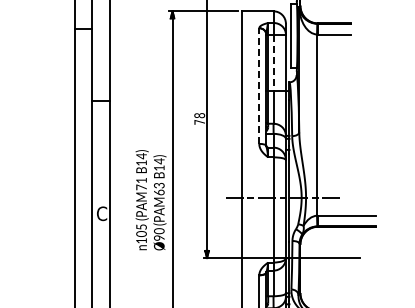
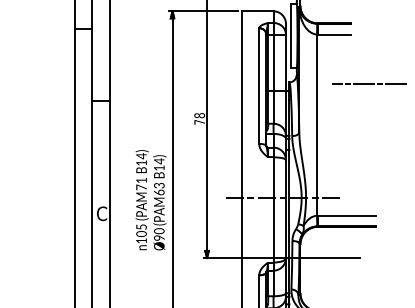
line at (273, 63): dashed -> solid
line at (369, 83): none -> present
line at (259, 86): dashed -> solid
